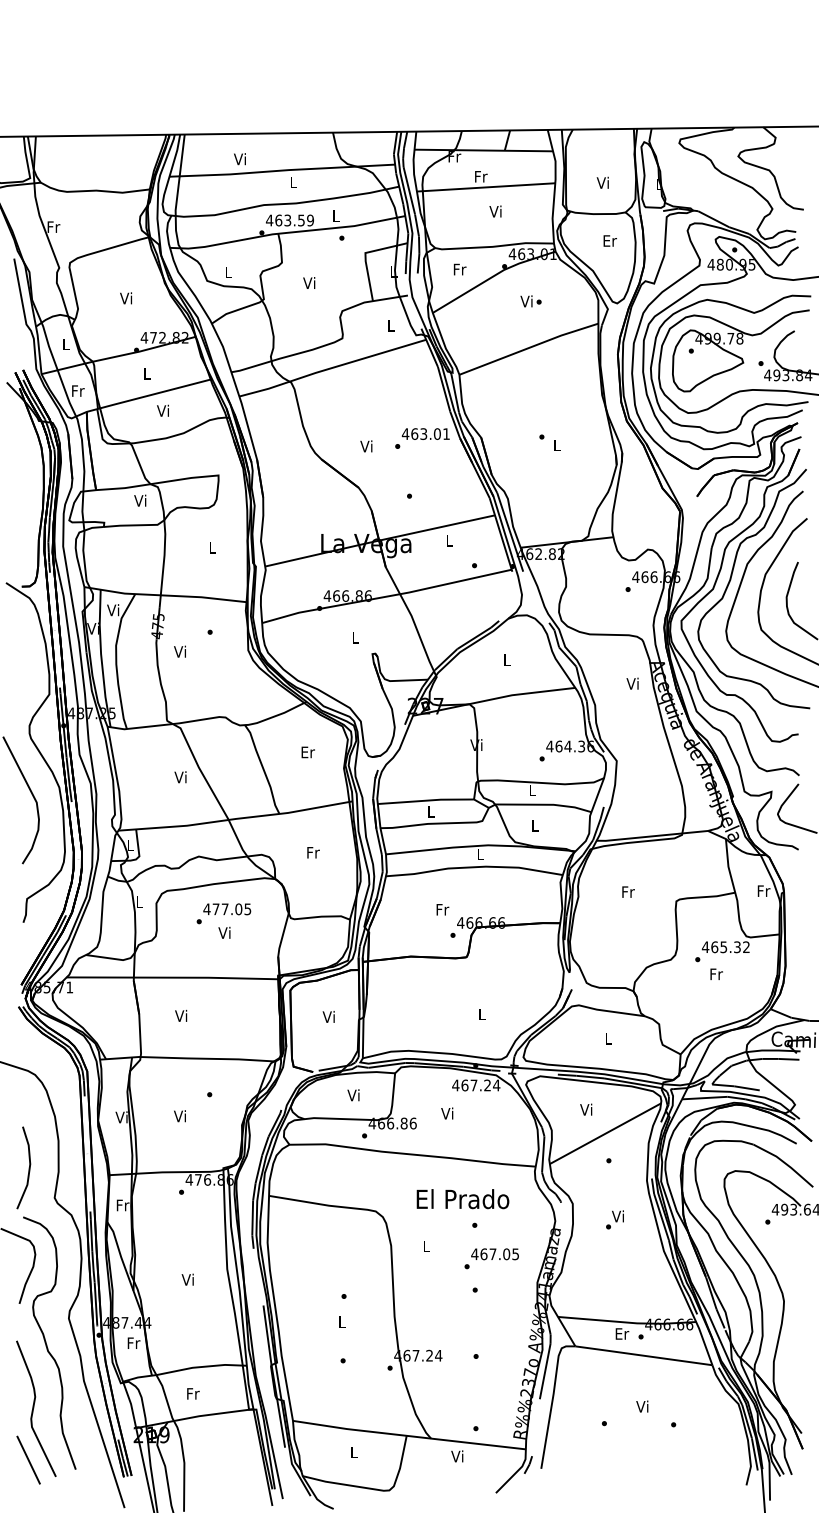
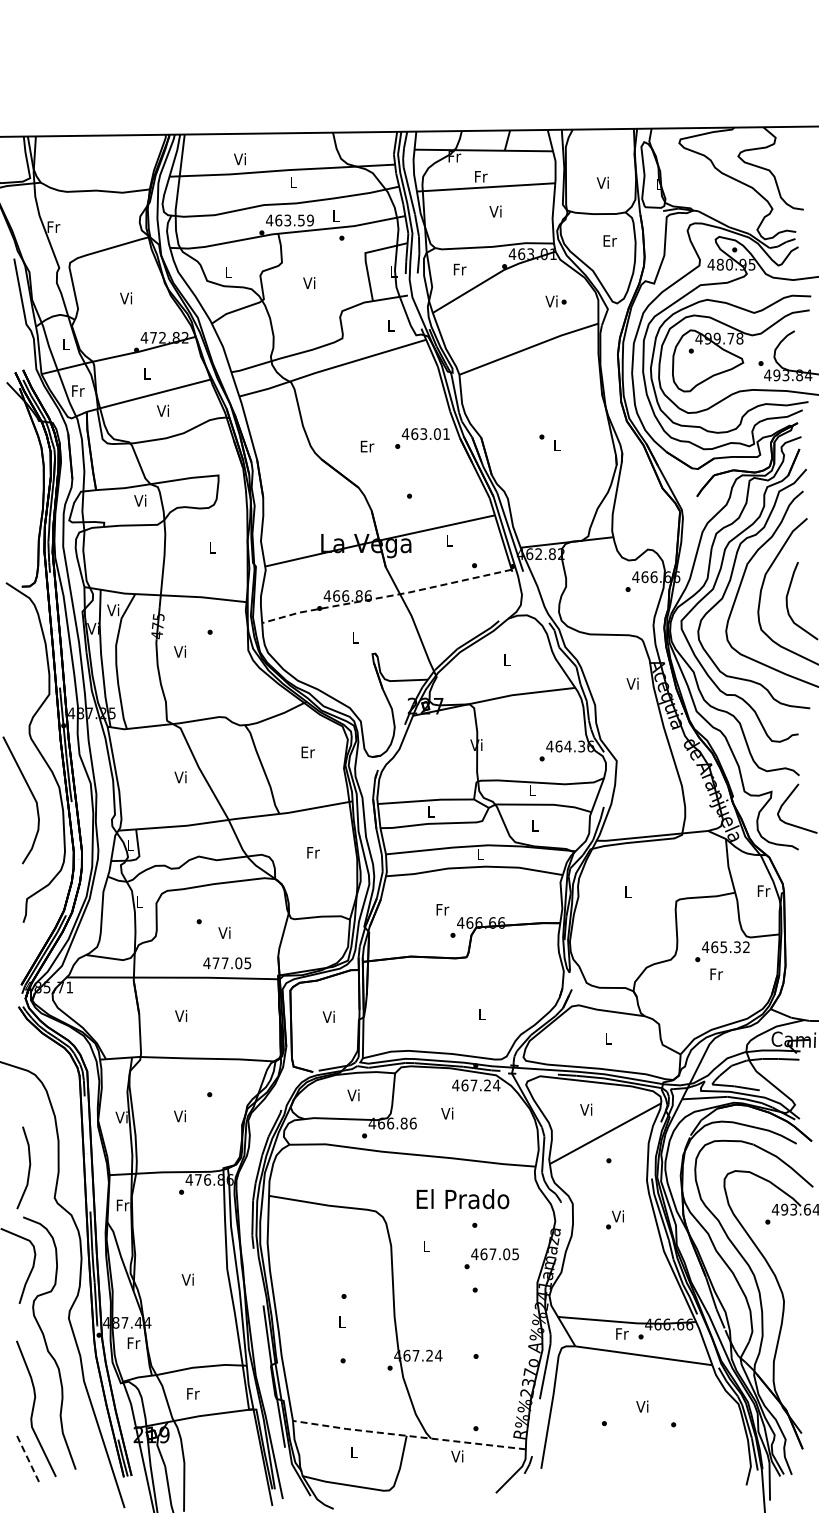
text at (530, 301) position: (530, 301) -> (555, 301)
text at (367, 446): Vi -> Er
line at (386, 596): solid -> dashed
text at (628, 891): Fr -> L
text at (227, 909) position: (227, 909) -> (227, 963)
text at (622, 1333): Er -> Fr
line at (408, 1436): solid -> dashed
line at (28, 1460): solid -> dashed
